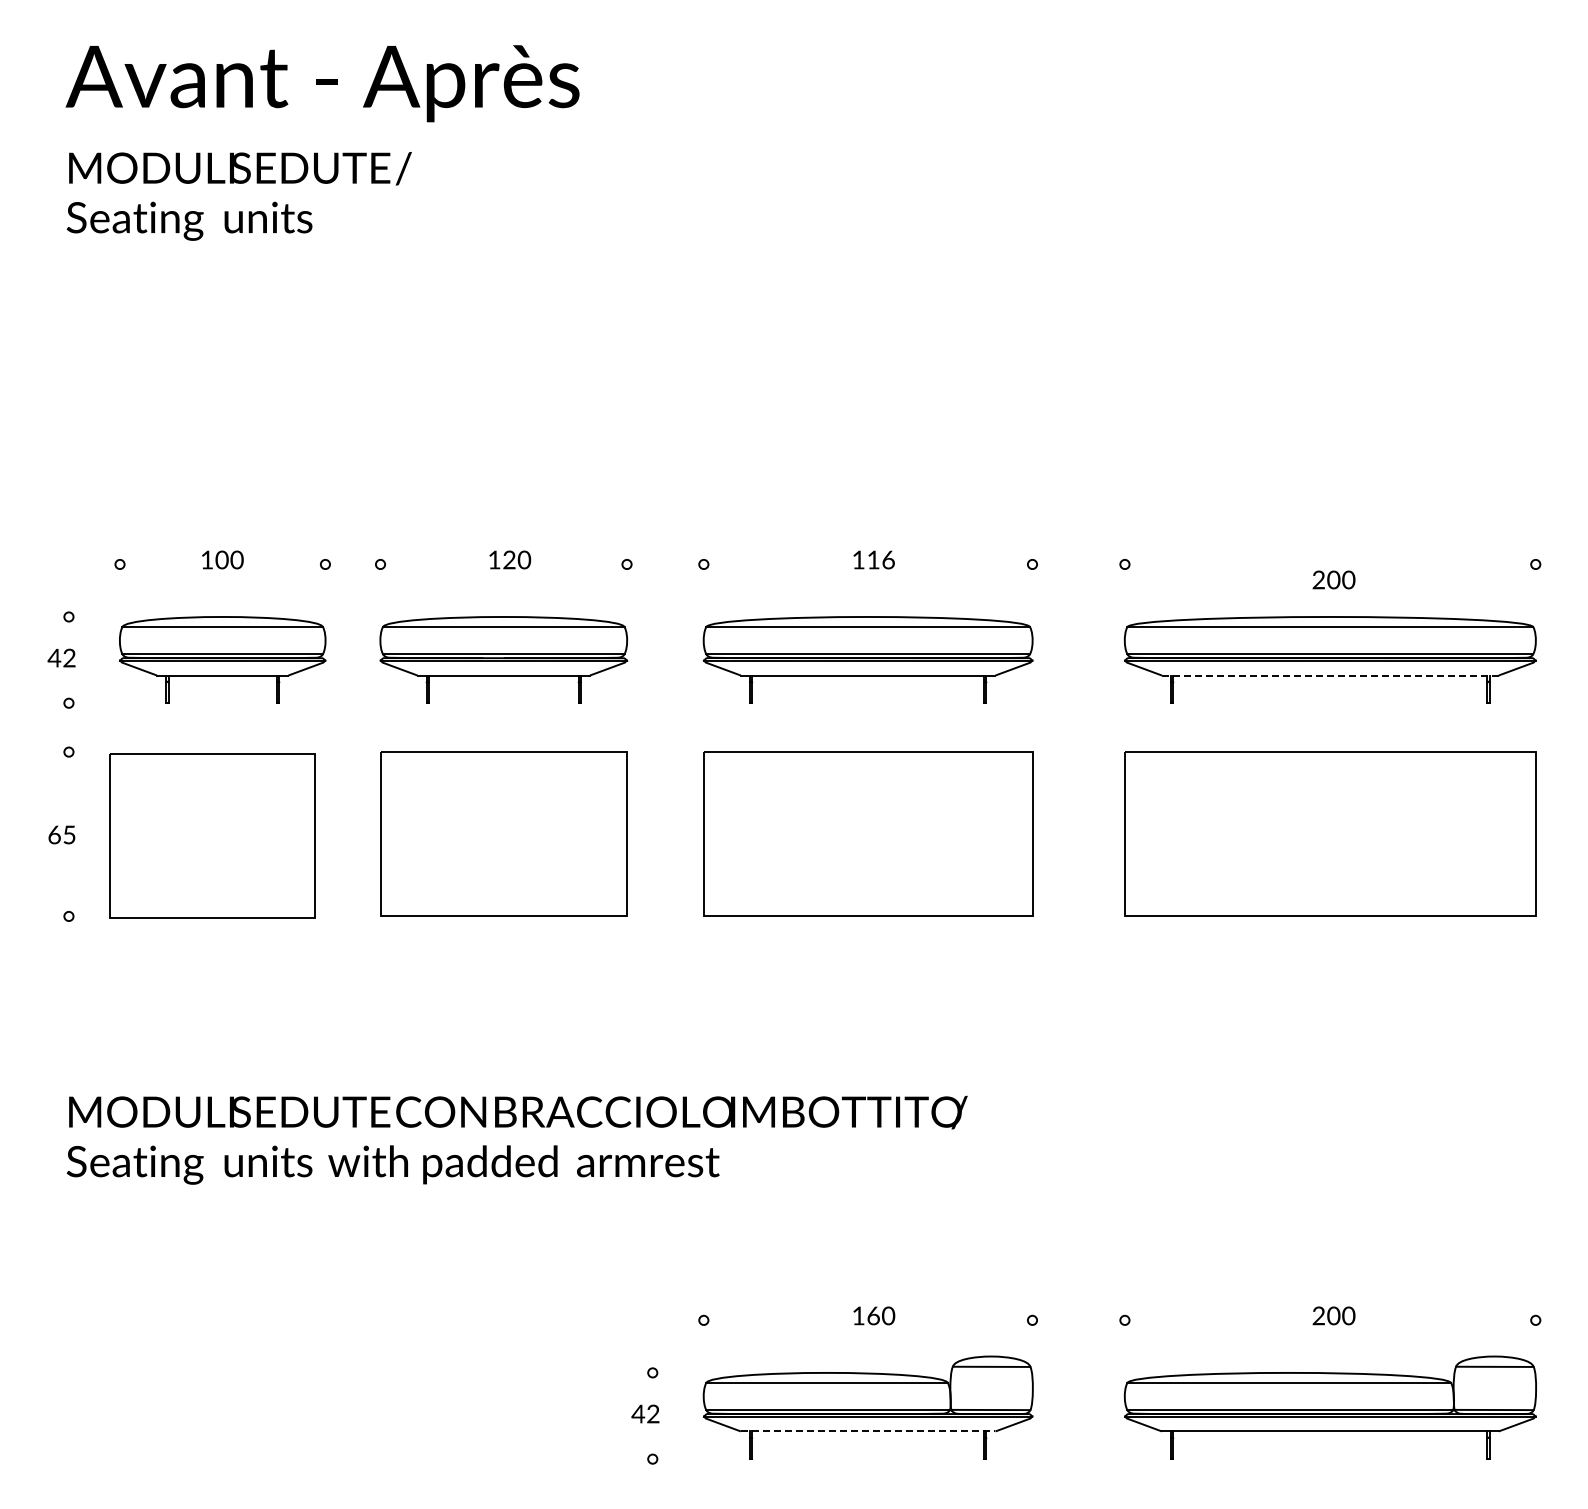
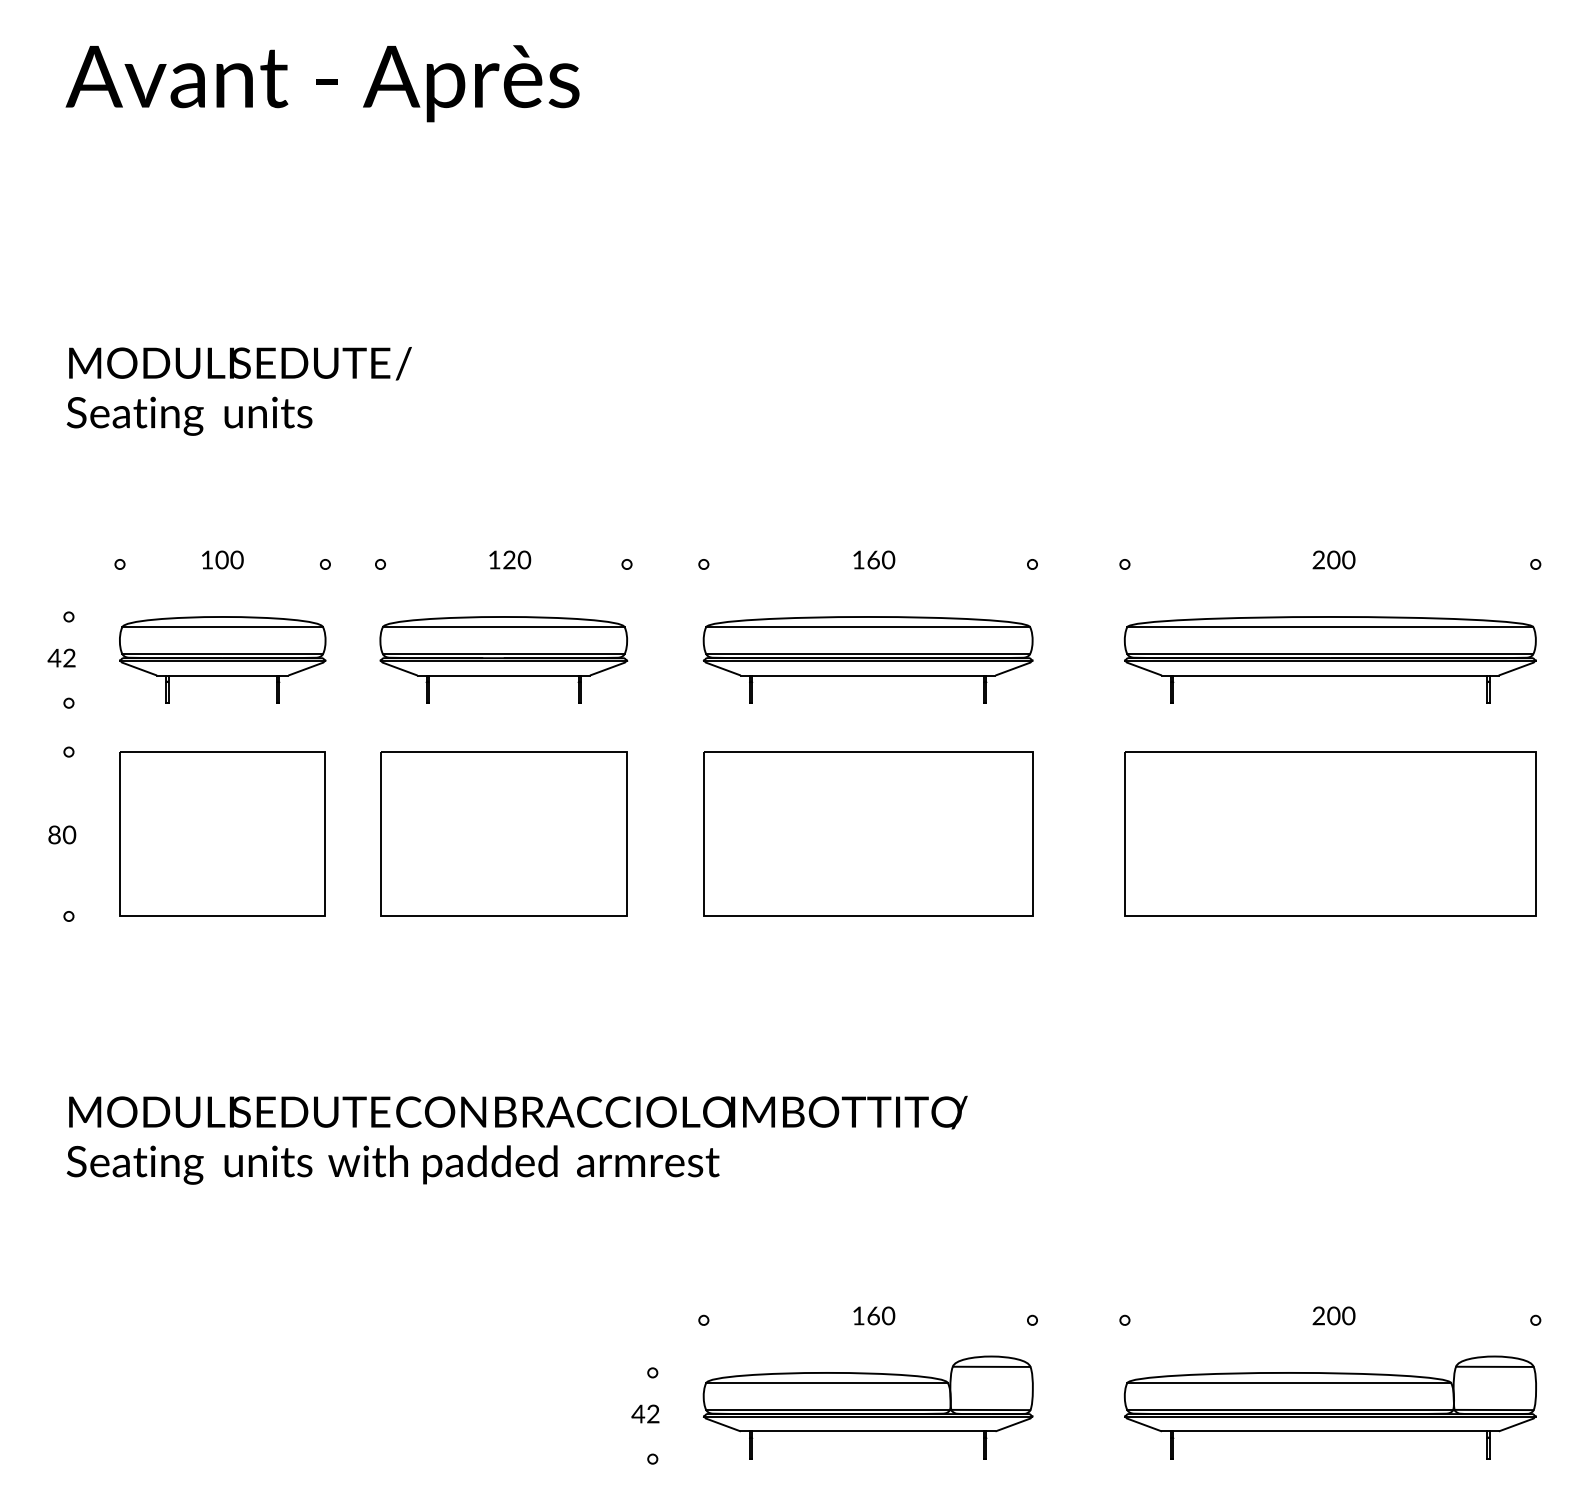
text at (238, 196) position: (238, 196) -> (238, 391)
text at (881, 559): 116 -> 160
text at (1333, 579) position: (1333, 579) -> (1333, 559)
line at (1330, 675): dashed -> solid
text at (62, 834): 65 -> 80
part at (212, 835) position: (212, 835) -> (222, 833)
line at (868, 1431): dashed -> solid
